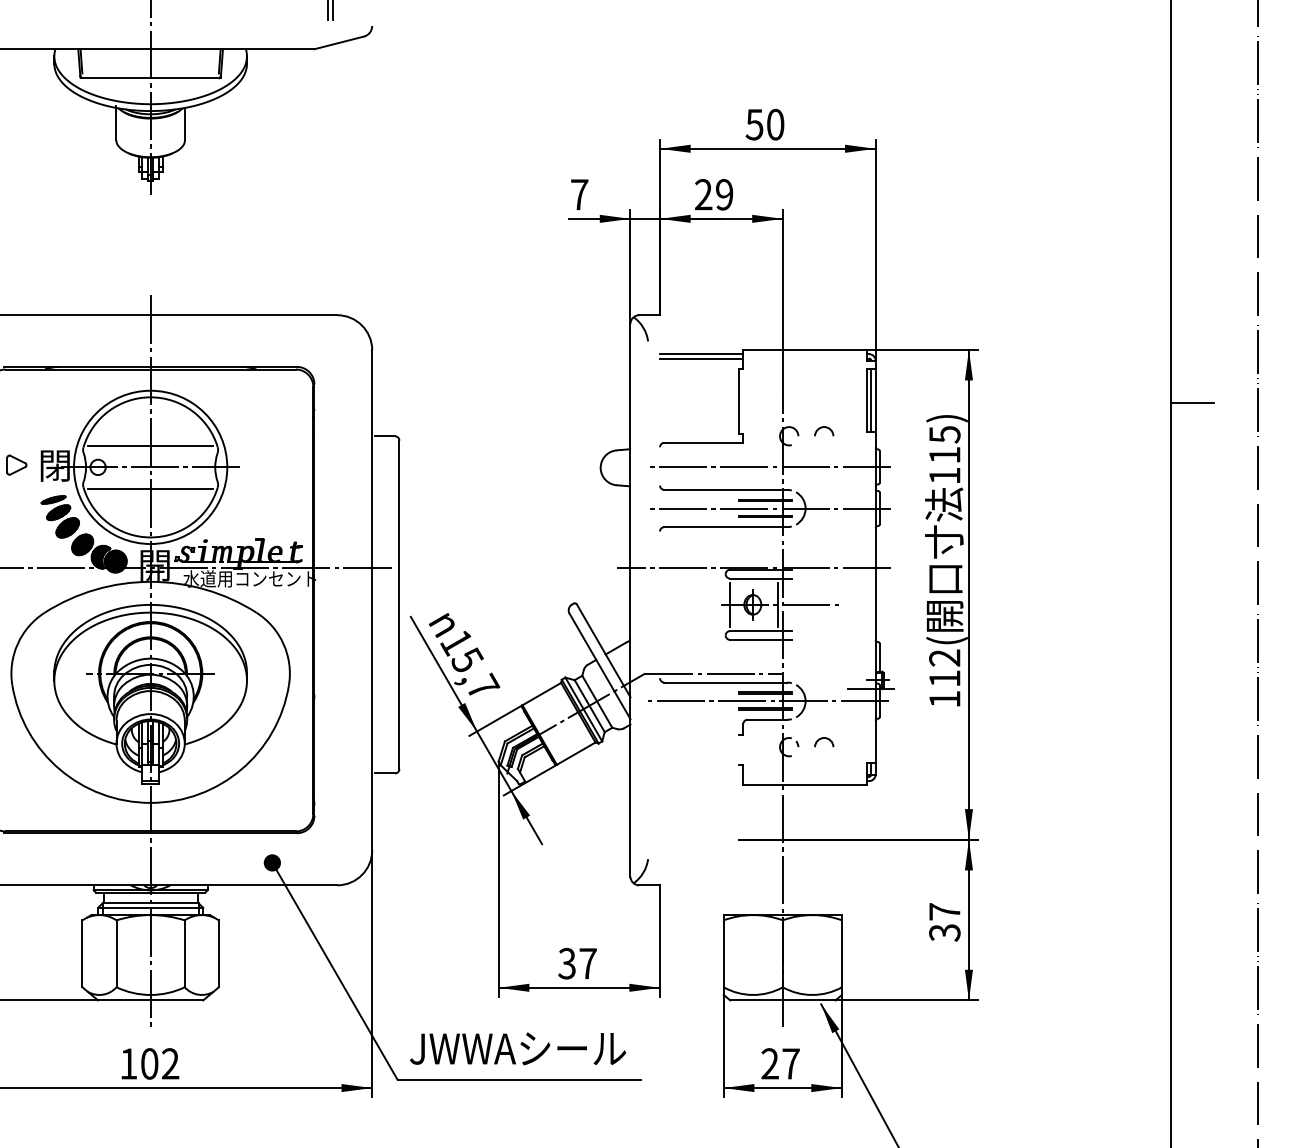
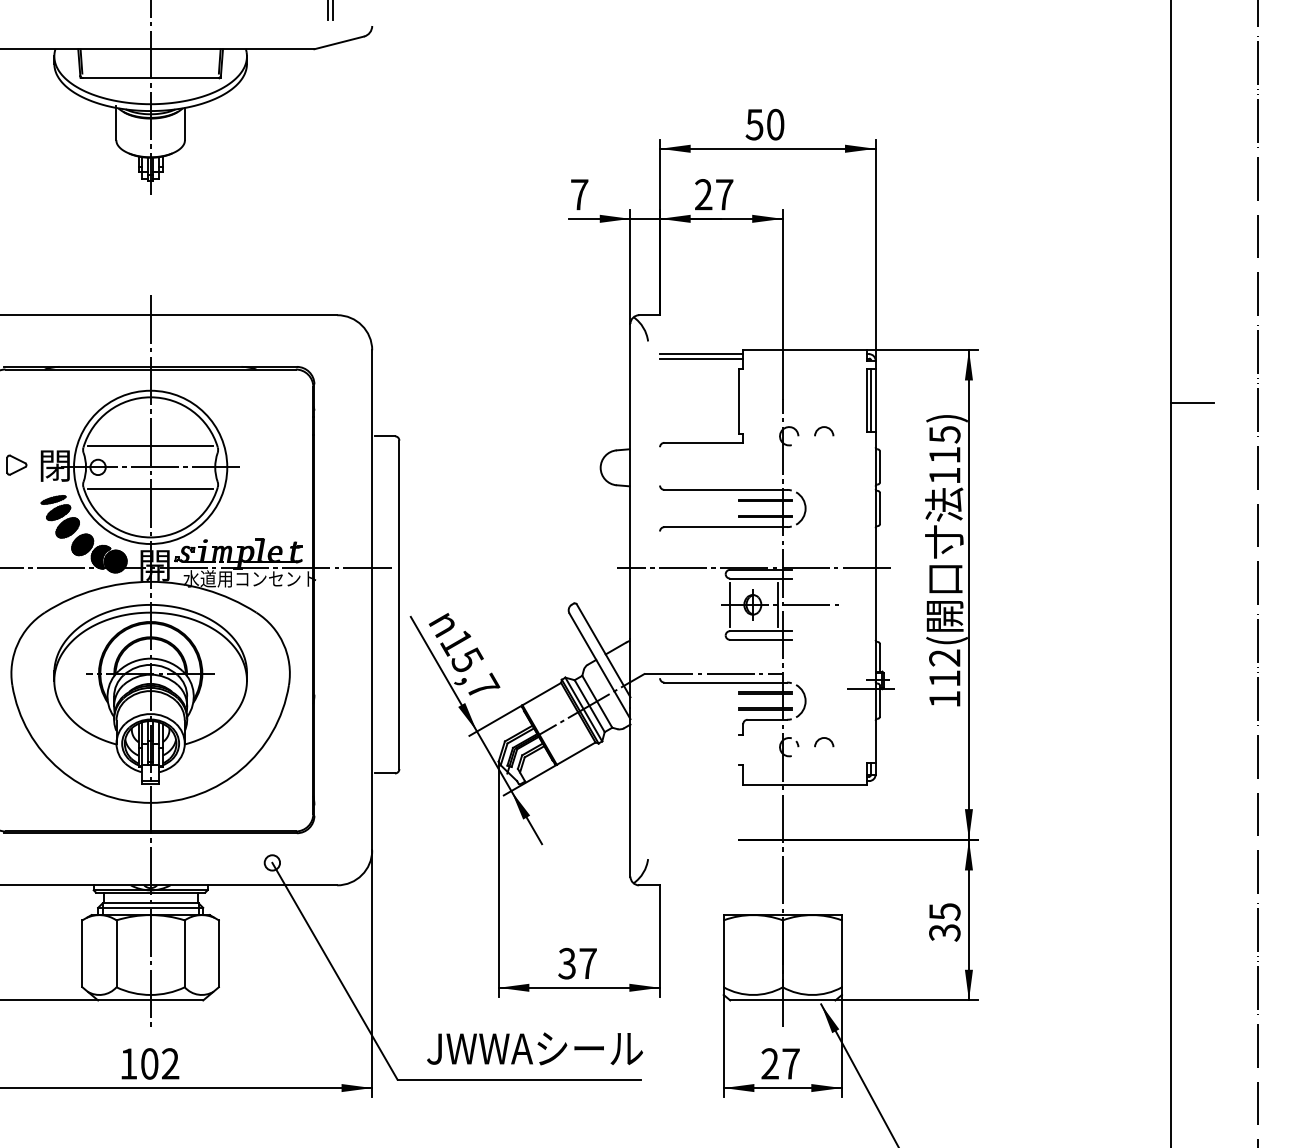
text at (724, 194): 29 -> 27
line at (769, 466): present -> none
line at (769, 508): present -> none
line at (767, 701): present -> none
fill at (272, 862): present -> none
text at (944, 911): 37 -> 35
text at (518, 1048) position: (518, 1048) -> (535, 1048)
